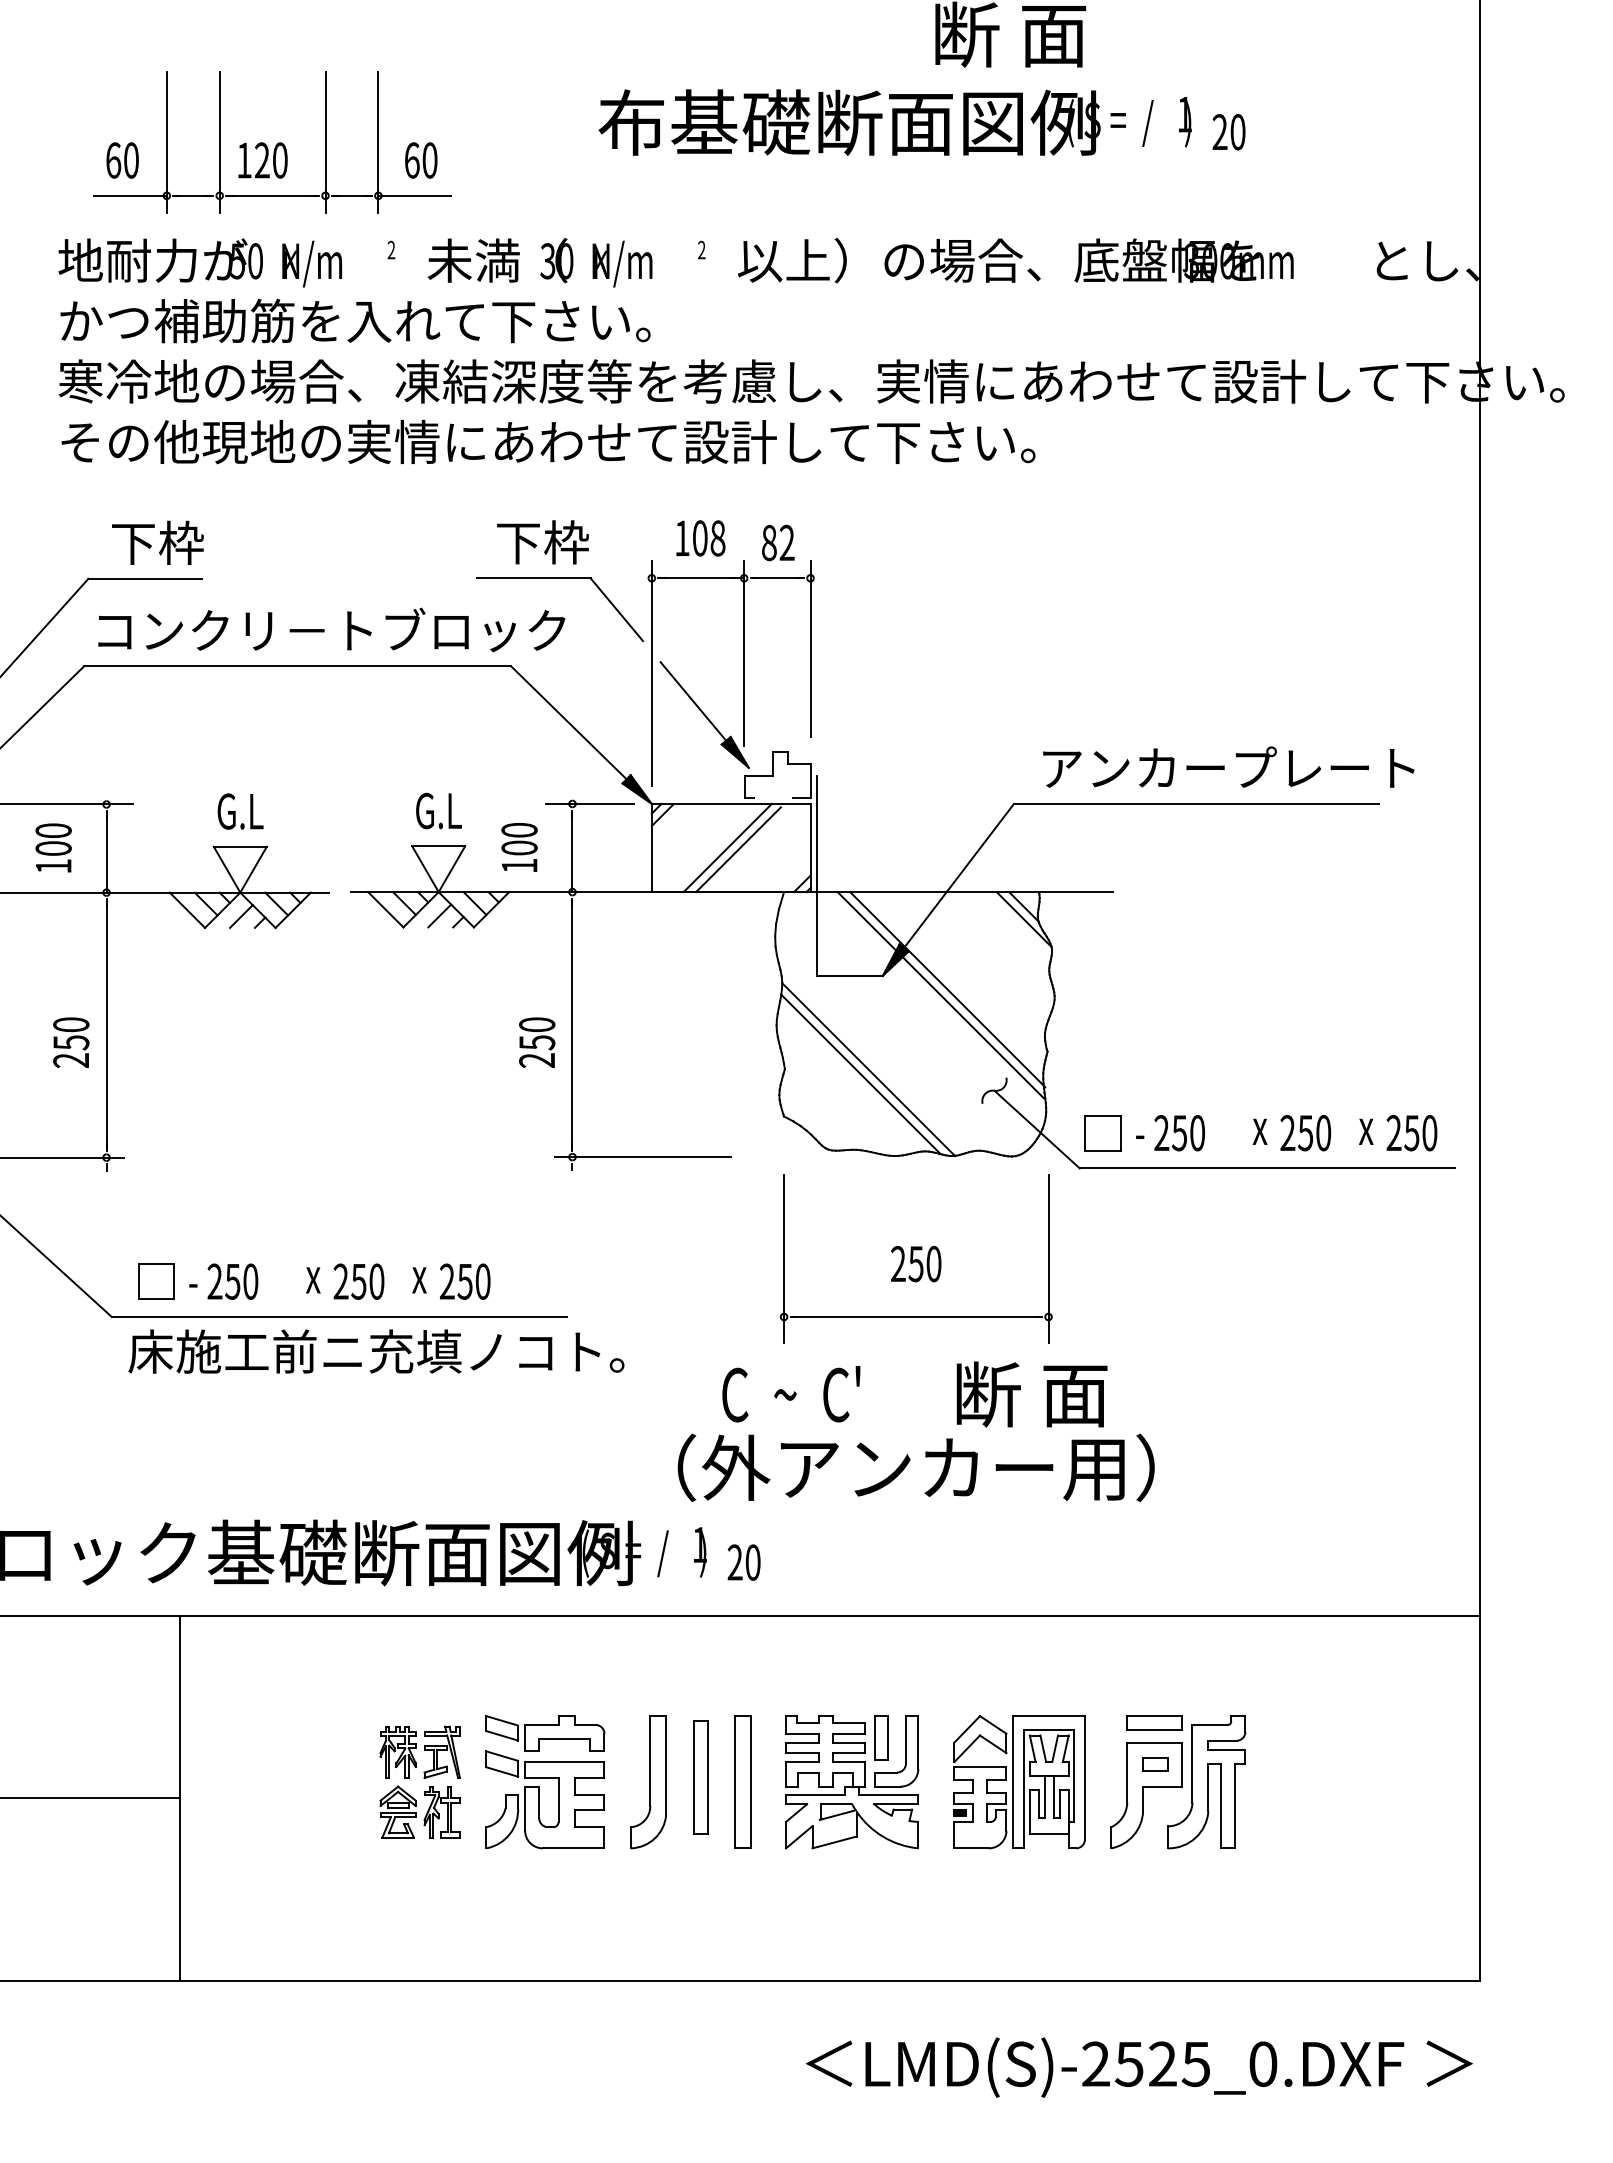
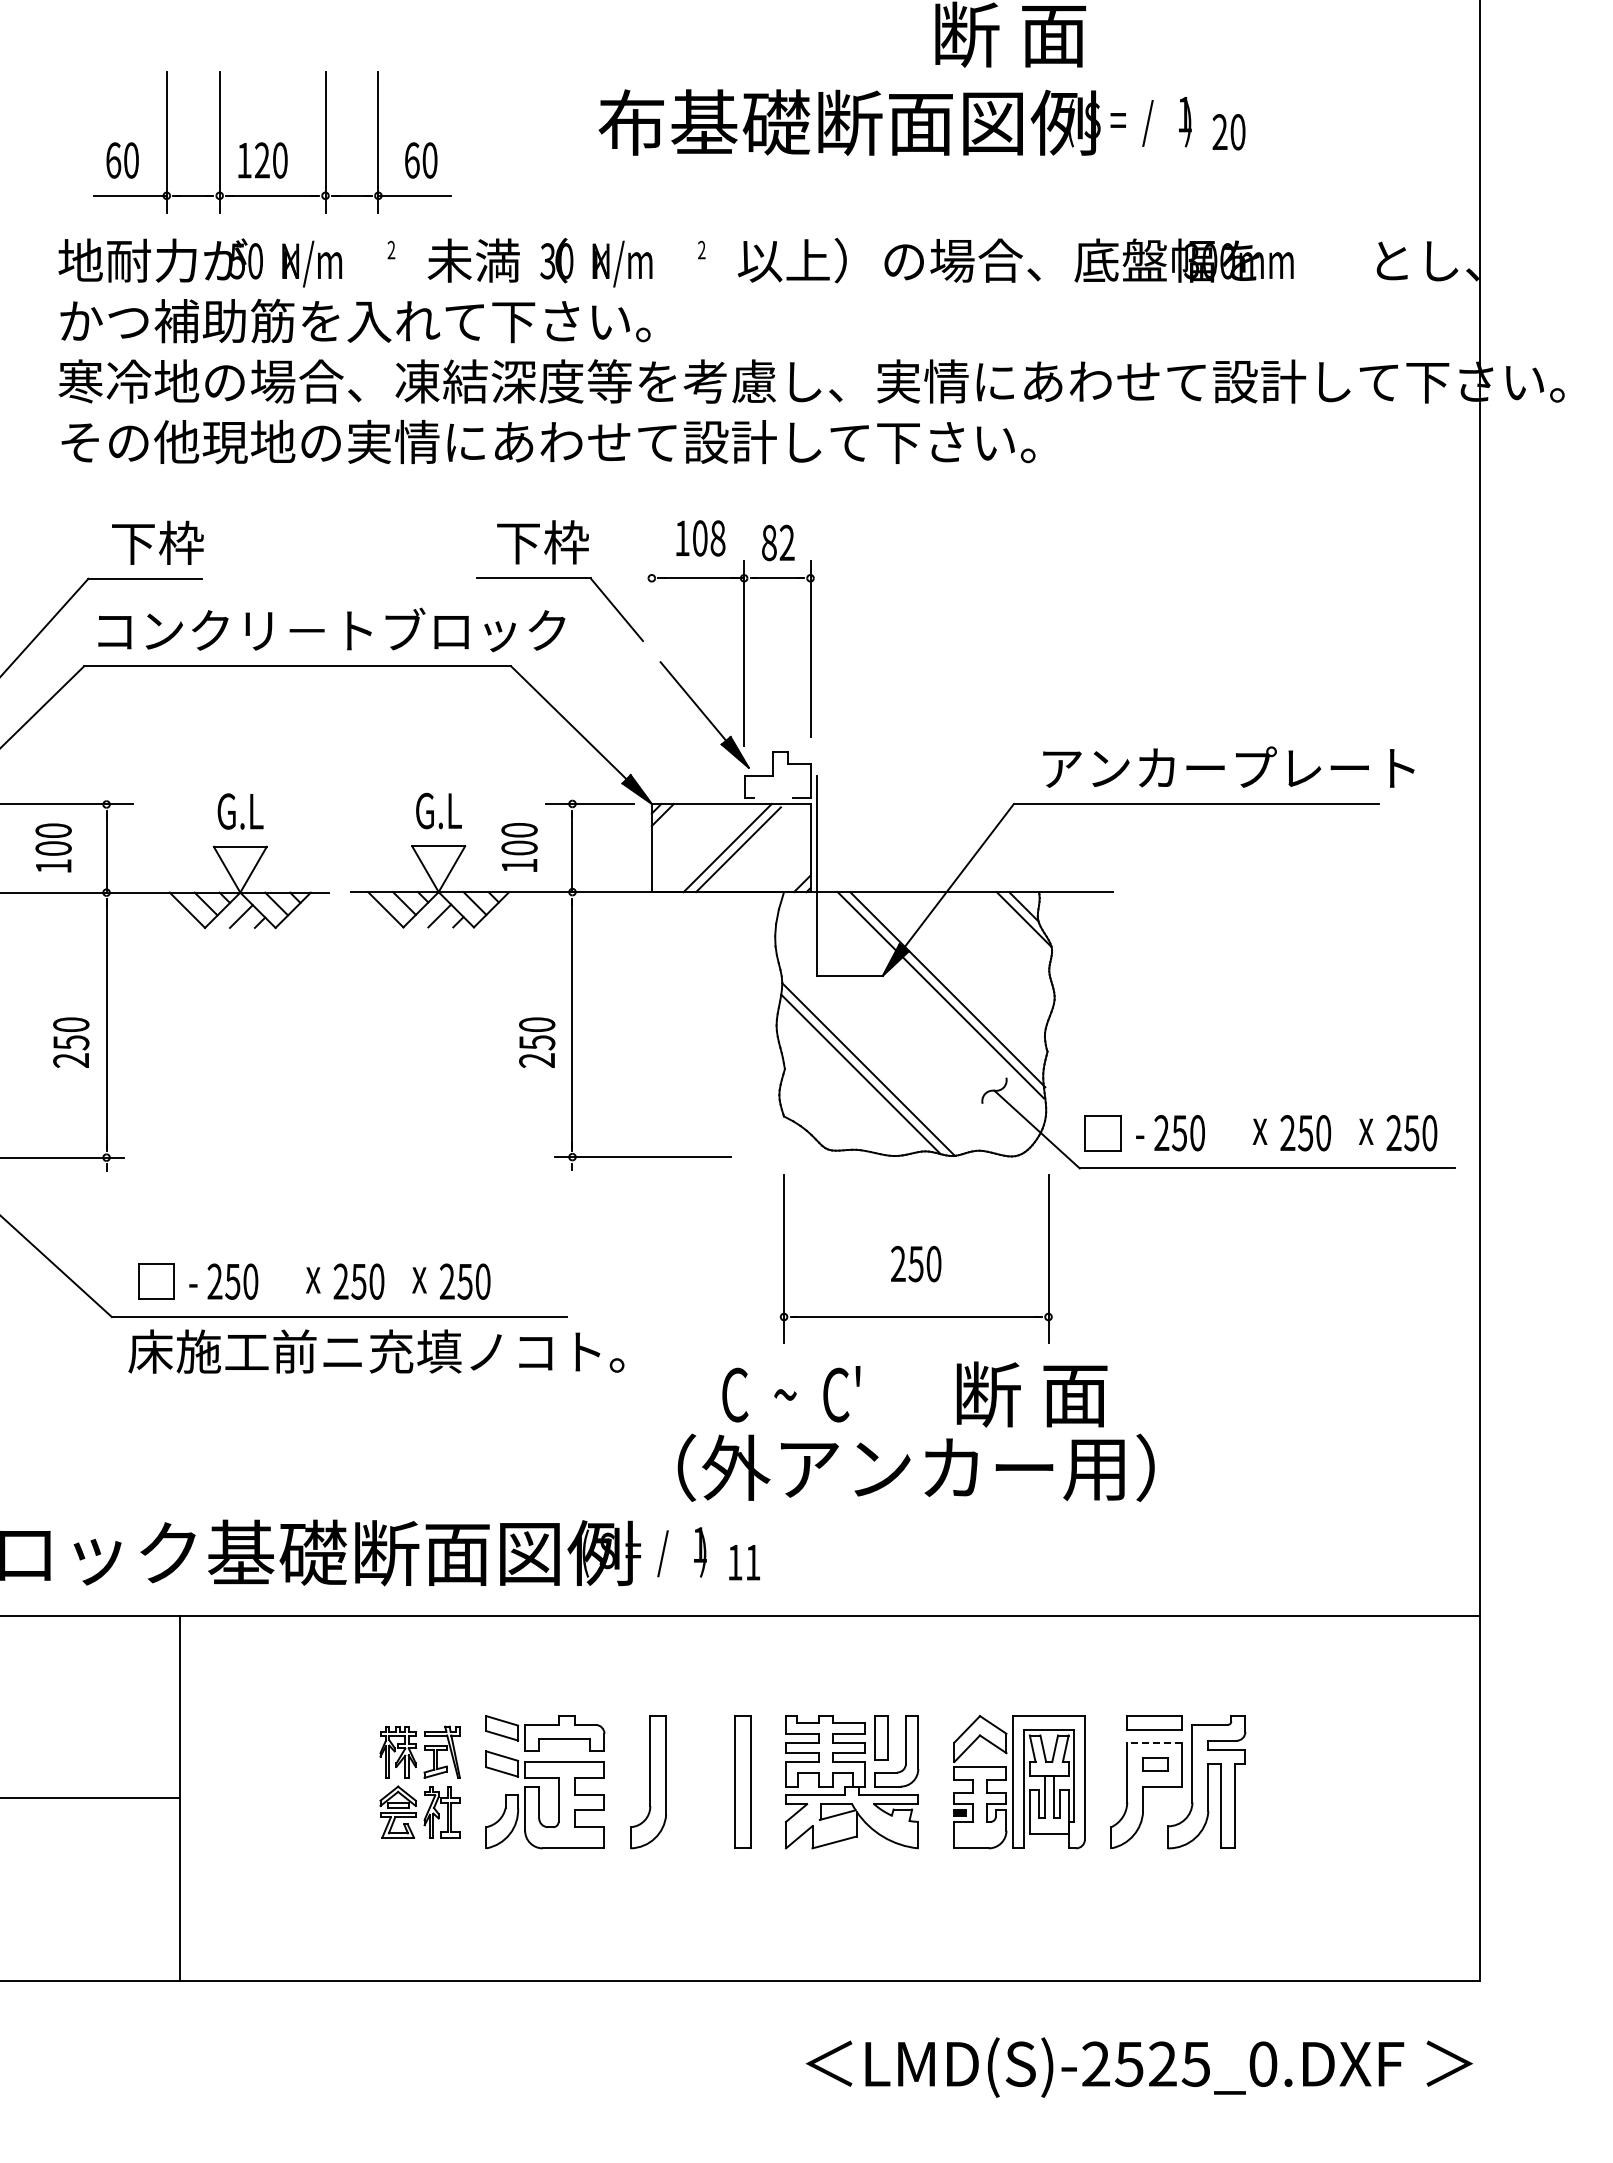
line at (651, 673): present -> none
text at (743, 1562): 20 -> 11
line at (1154, 1742): solid -> dashed
part at (700, 1777): present -> none
